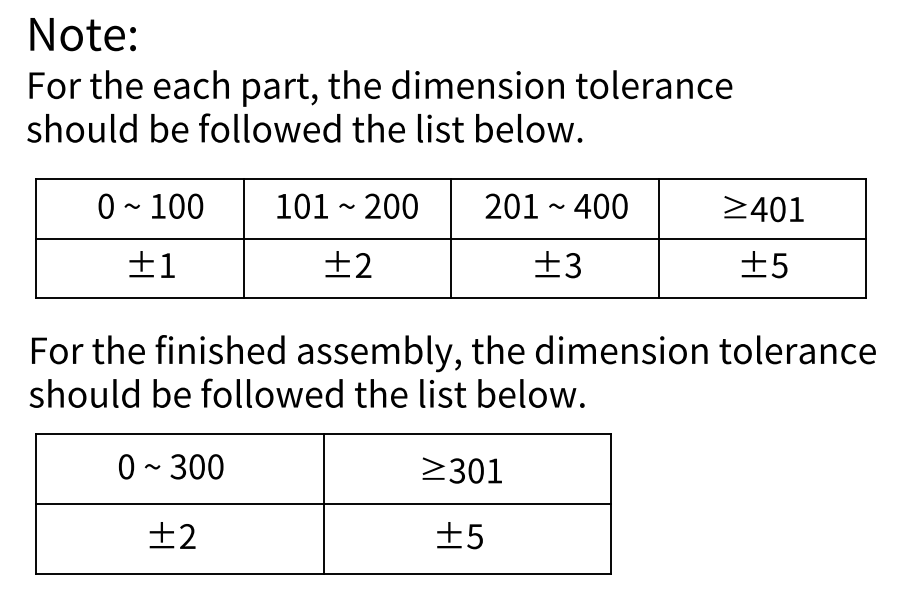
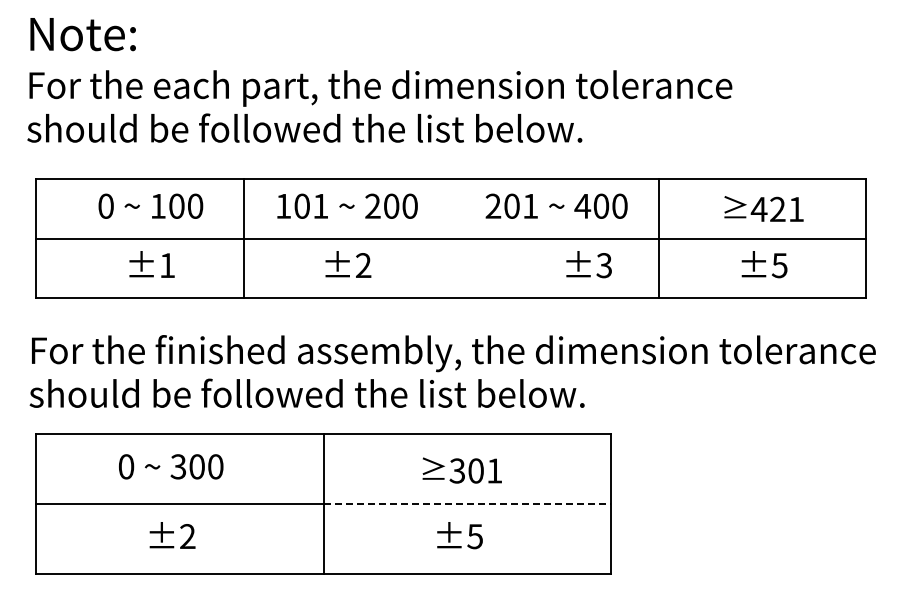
text at (777, 209): 401 -> 421
line at (451, 238): present -> none
text at (557, 264) position: (557, 264) -> (588, 264)
line at (467, 504): solid -> dashed
